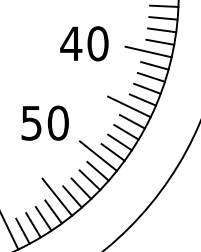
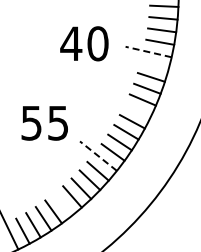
line at (148, 52): solid -> dashed
line at (154, 65): present -> none
line at (129, 106): present -> none
text at (57, 122): 50 -> 55
line at (98, 156): solid -> dashed
line at (57, 196): present -> none
